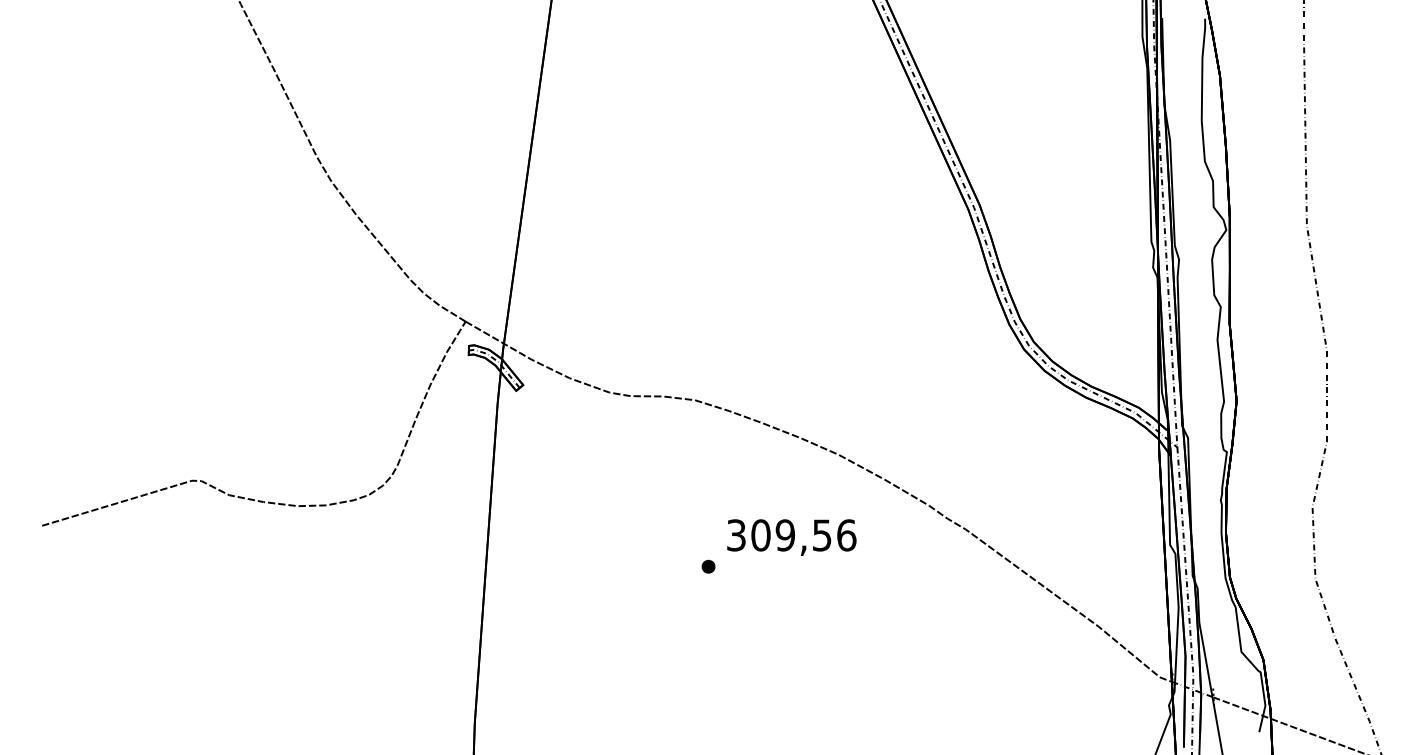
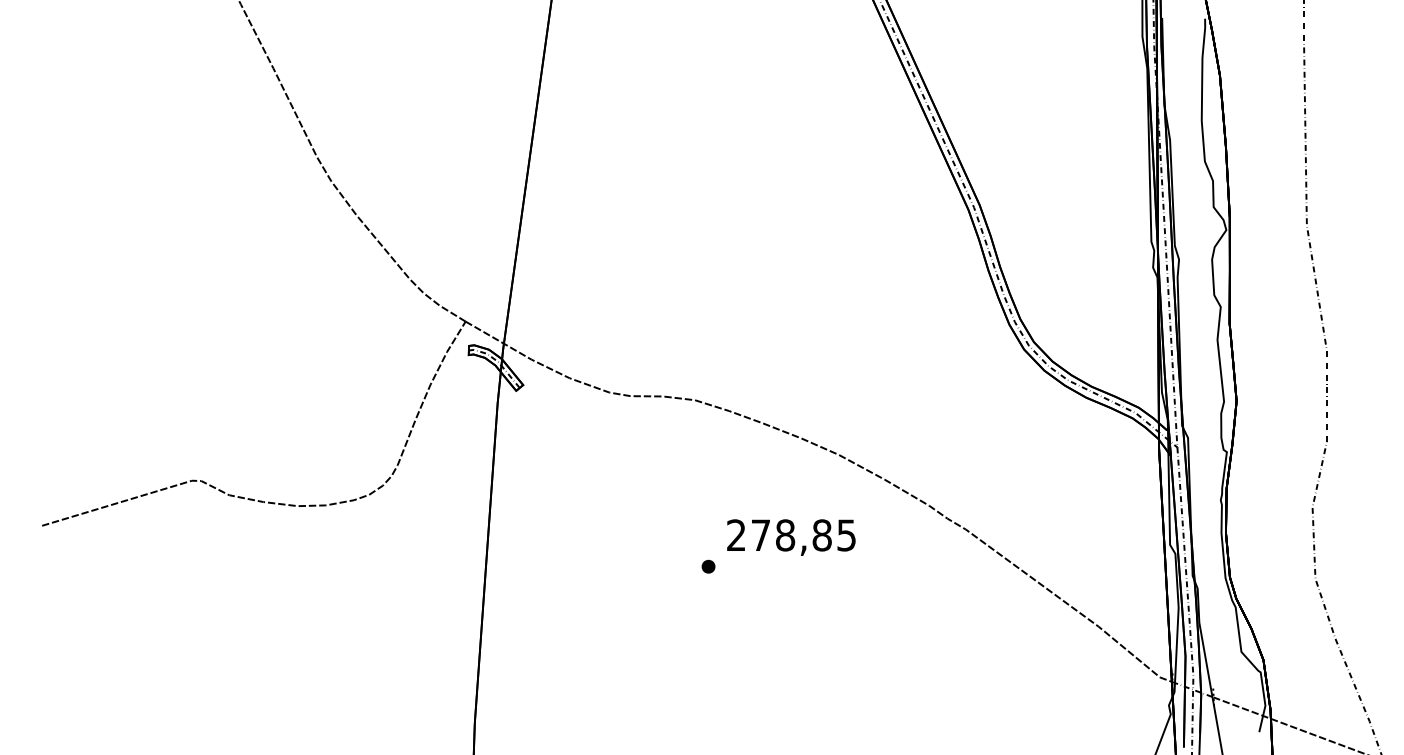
text at (791, 535): 309,56 -> 278,85
